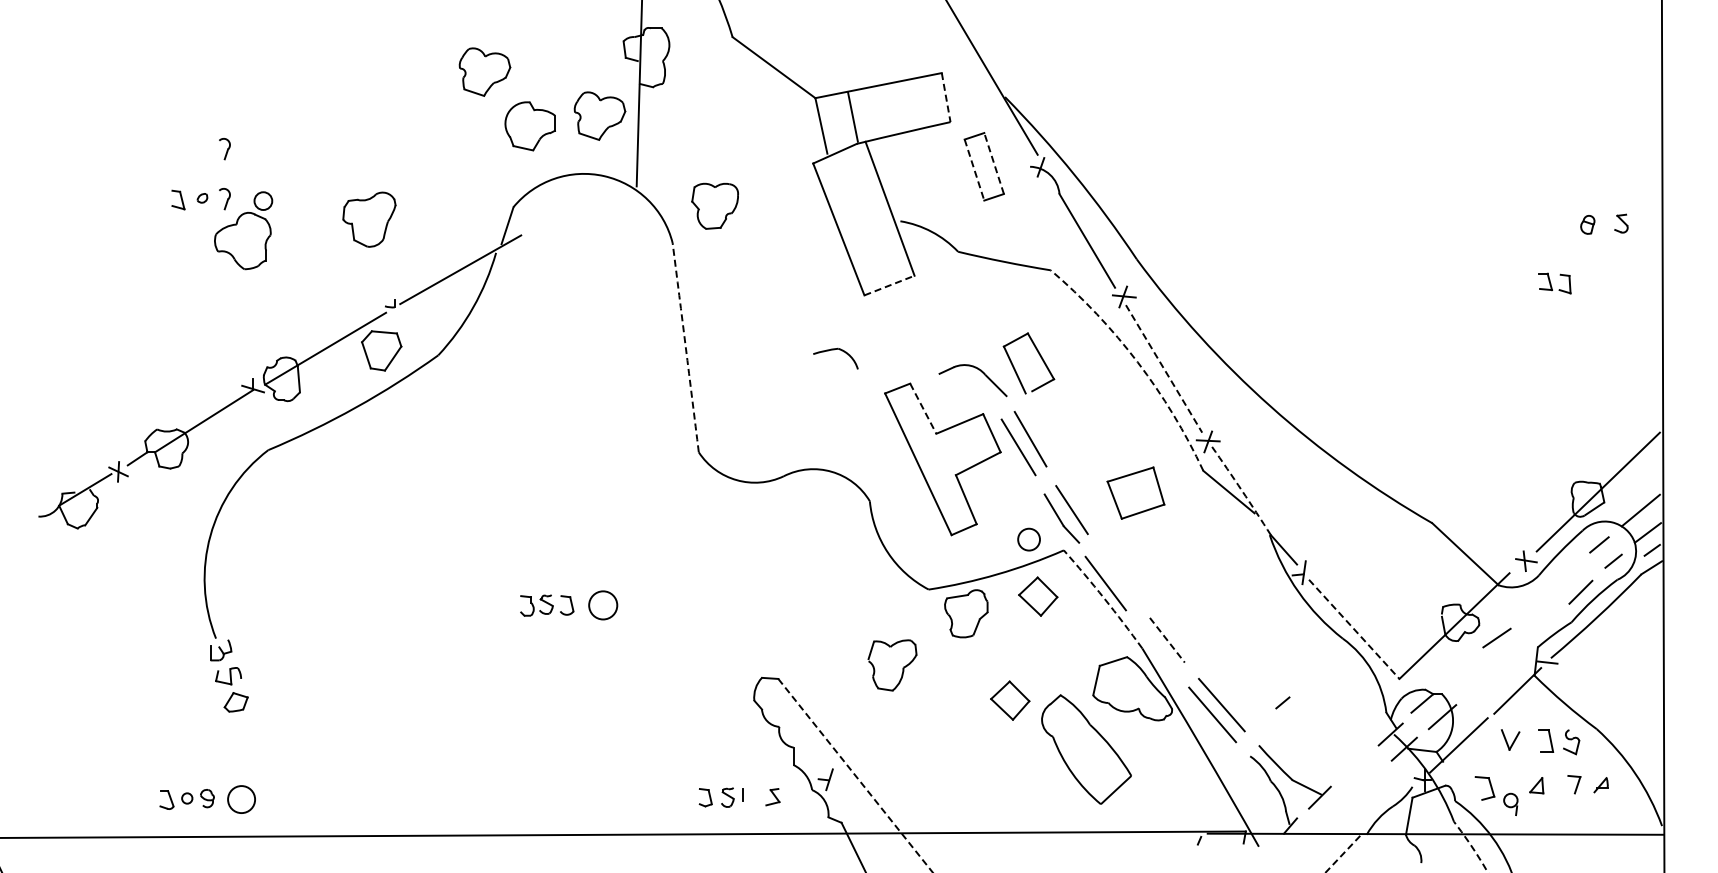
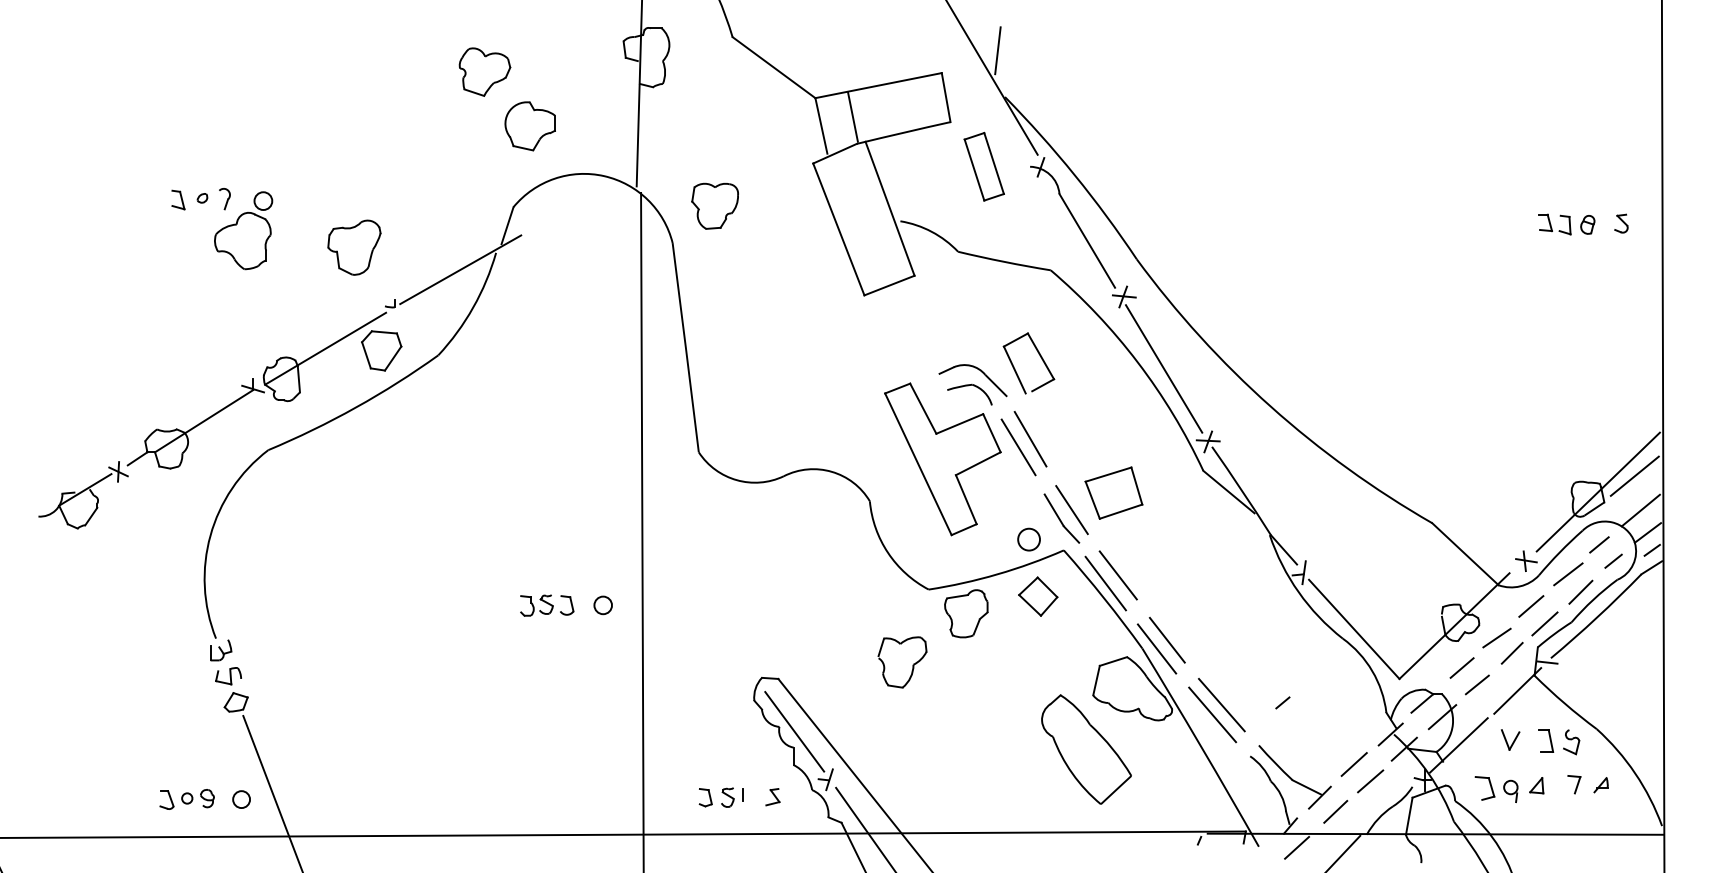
line at (997, 50): none -> present
line at (946, 97): dashed -> solid
part at (599, 115): present -> none
part at (224, 149): present -> none
line at (993, 163): dashed -> solid
line at (974, 170): dashed -> solid
part at (369, 219) position: (369, 219) -> (354, 247)
part at (1554, 283) position: (1554, 283) -> (1554, 224)
line at (889, 285): dashed -> solid
arc at (685, 347): dashed -> solid
part at (834, 350) position: (834, 350) -> (968, 386)
arc at (1137, 362): dashed -> solid
line at (1164, 369): dashed -> solid
line at (923, 409): dashed -> solid
line at (1634, 475): none -> present
arc at (1241, 490): dashed -> solid
part at (1135, 492) position: (1135, 492) -> (1113, 492)
line at (642, 530): none -> present
line at (1568, 574): none -> present
line at (1117, 575): none -> present
arc at (1104, 598): dashed -> solid
circle at (603, 605) diameter: 28 px -> 18 px
line at (1531, 606): none -> present
line at (1544, 623): none -> present
line at (1354, 629): dashed -> solid
line at (1167, 640): dashed -> solid
line at (1156, 648): none -> present
line at (1511, 652): none -> present
part at (892, 665) position: (892, 665) -> (902, 662)
line at (1461, 667): none -> present
line at (1476, 684): none -> present
part at (1010, 700): present -> none
line at (794, 731): none -> present
line at (1353, 764): none -> present
line at (856, 776): dashed -> solid
line at (1370, 781): none -> present
line at (272, 792): none -> present
circle at (241, 799) diameter: 27 px -> 17 px
part at (1510, 803) position: (1510, 803) -> (1510, 790)
line at (1335, 811): none -> present
line at (864, 828): none -> present
arc at (1471, 846): dashed -> solid
line at (1297, 847): none -> present
line at (1342, 854): dashed -> solid
